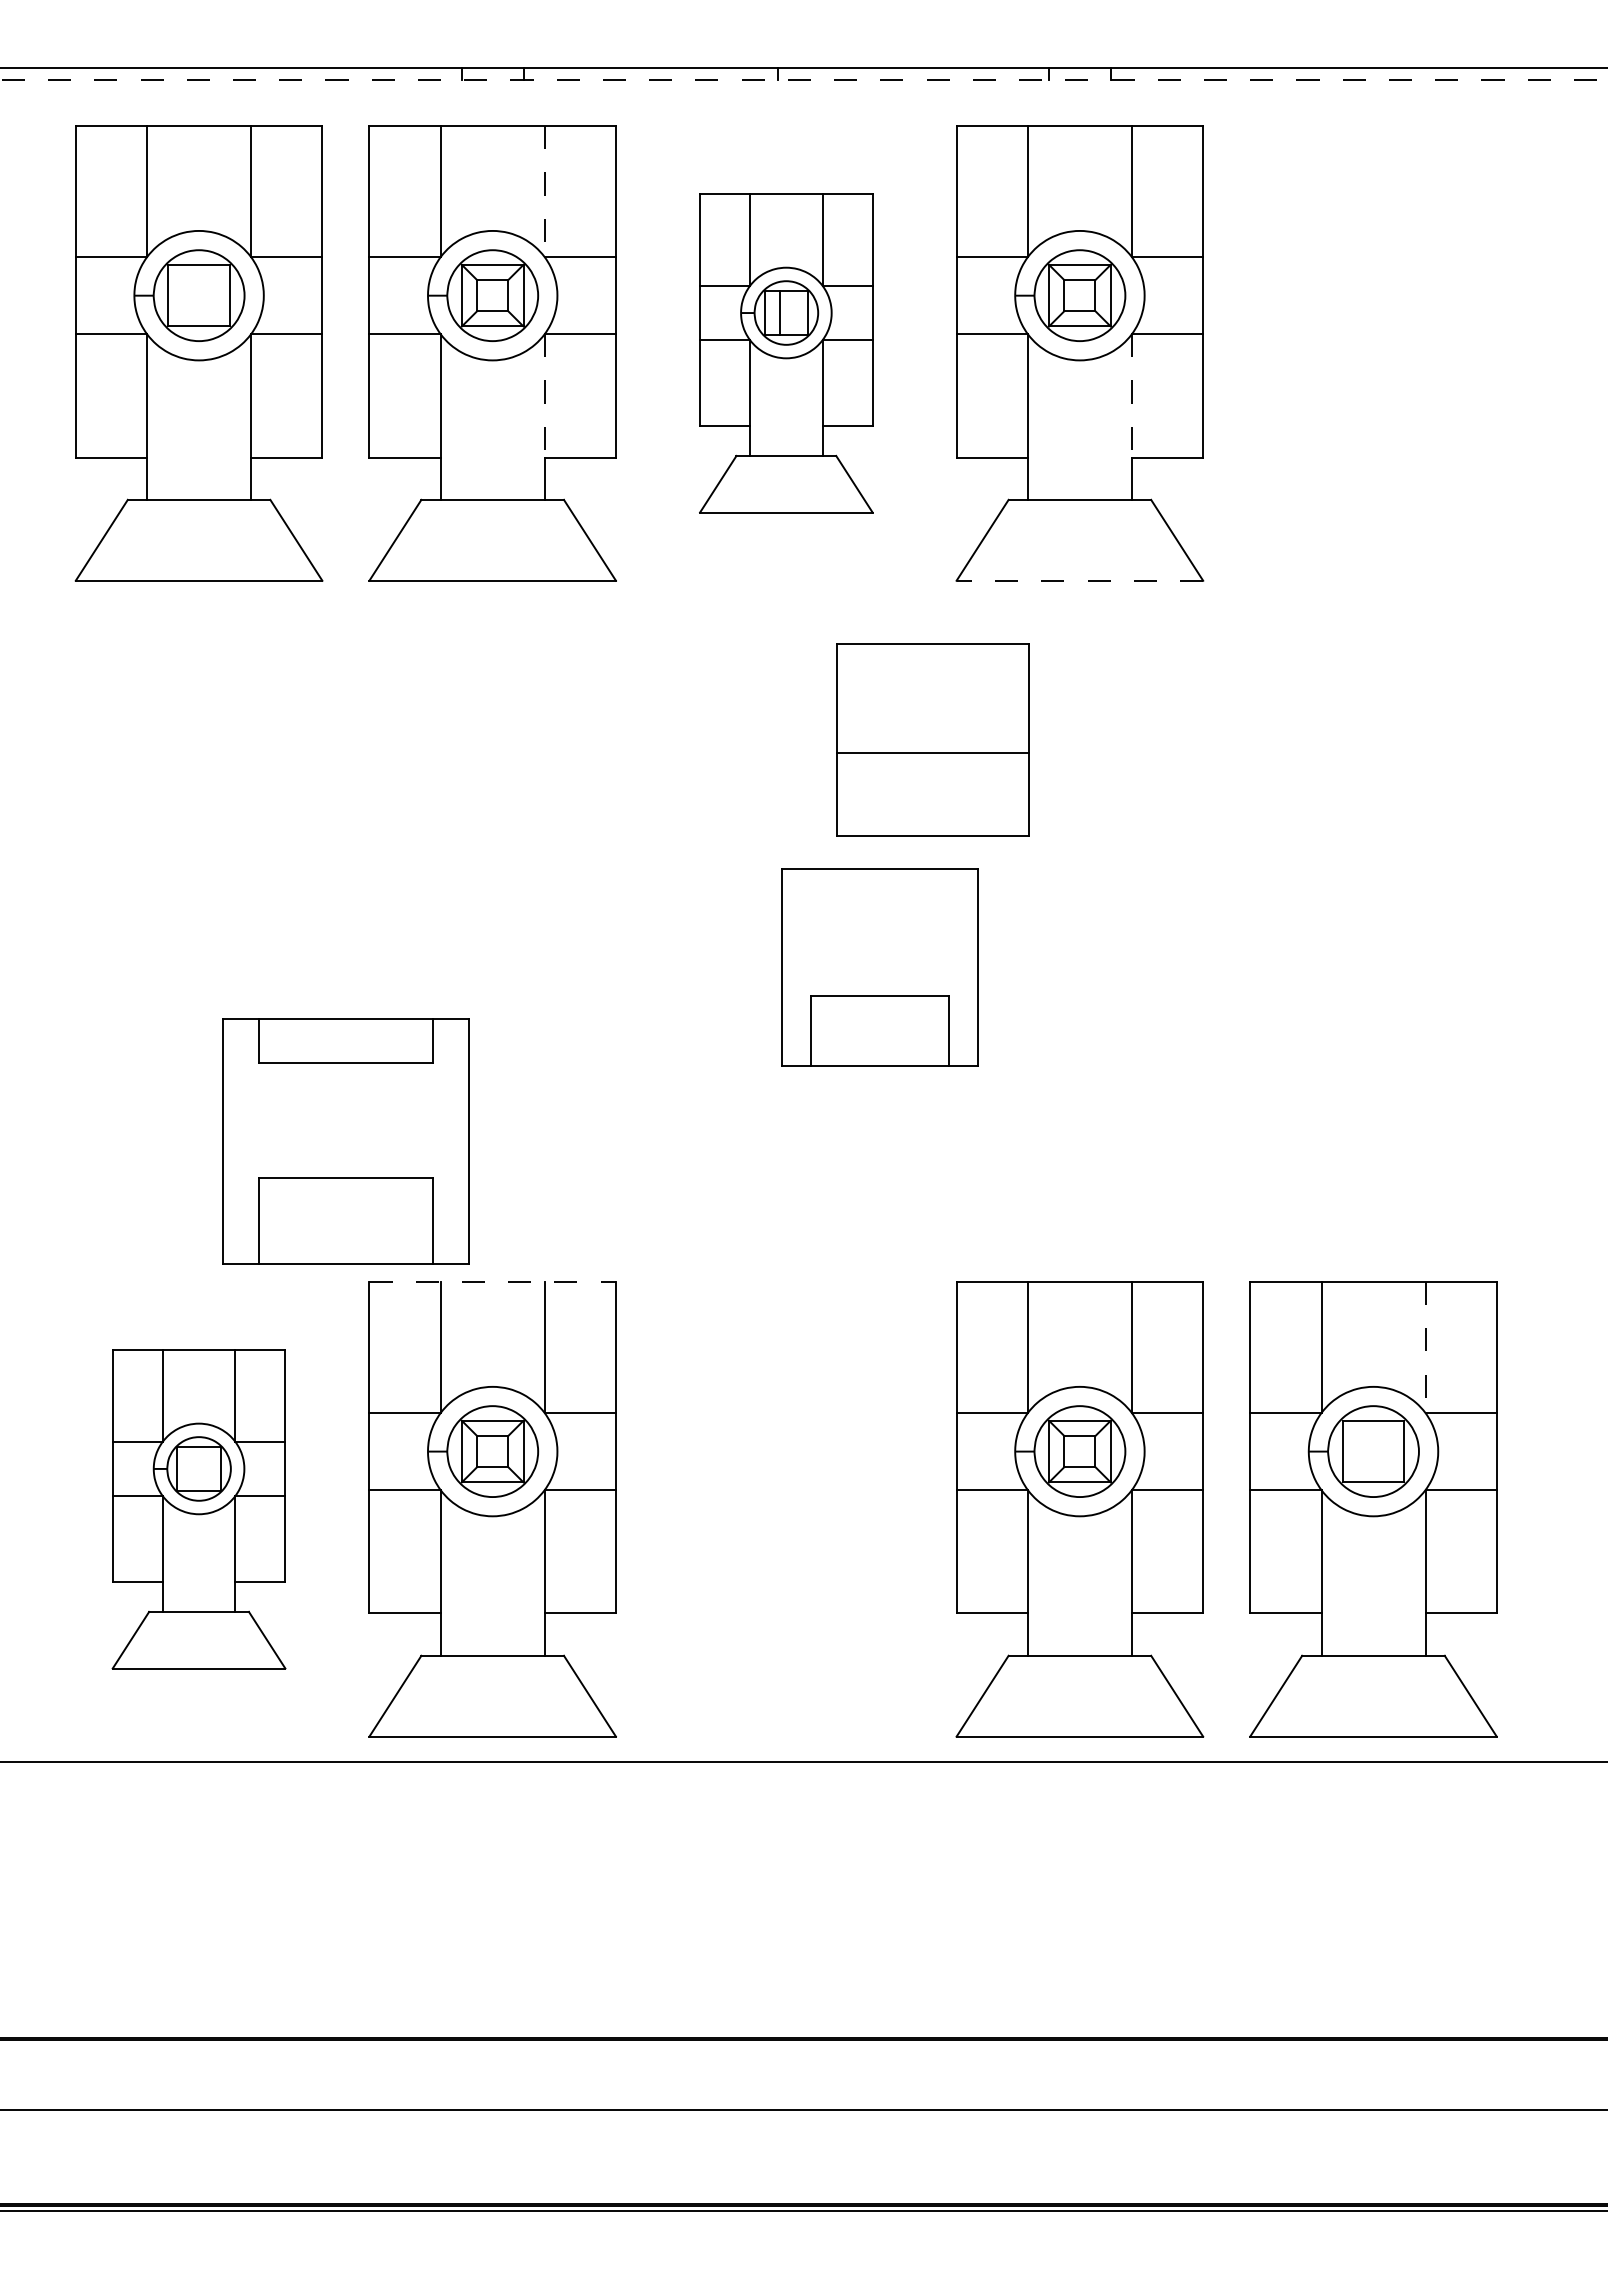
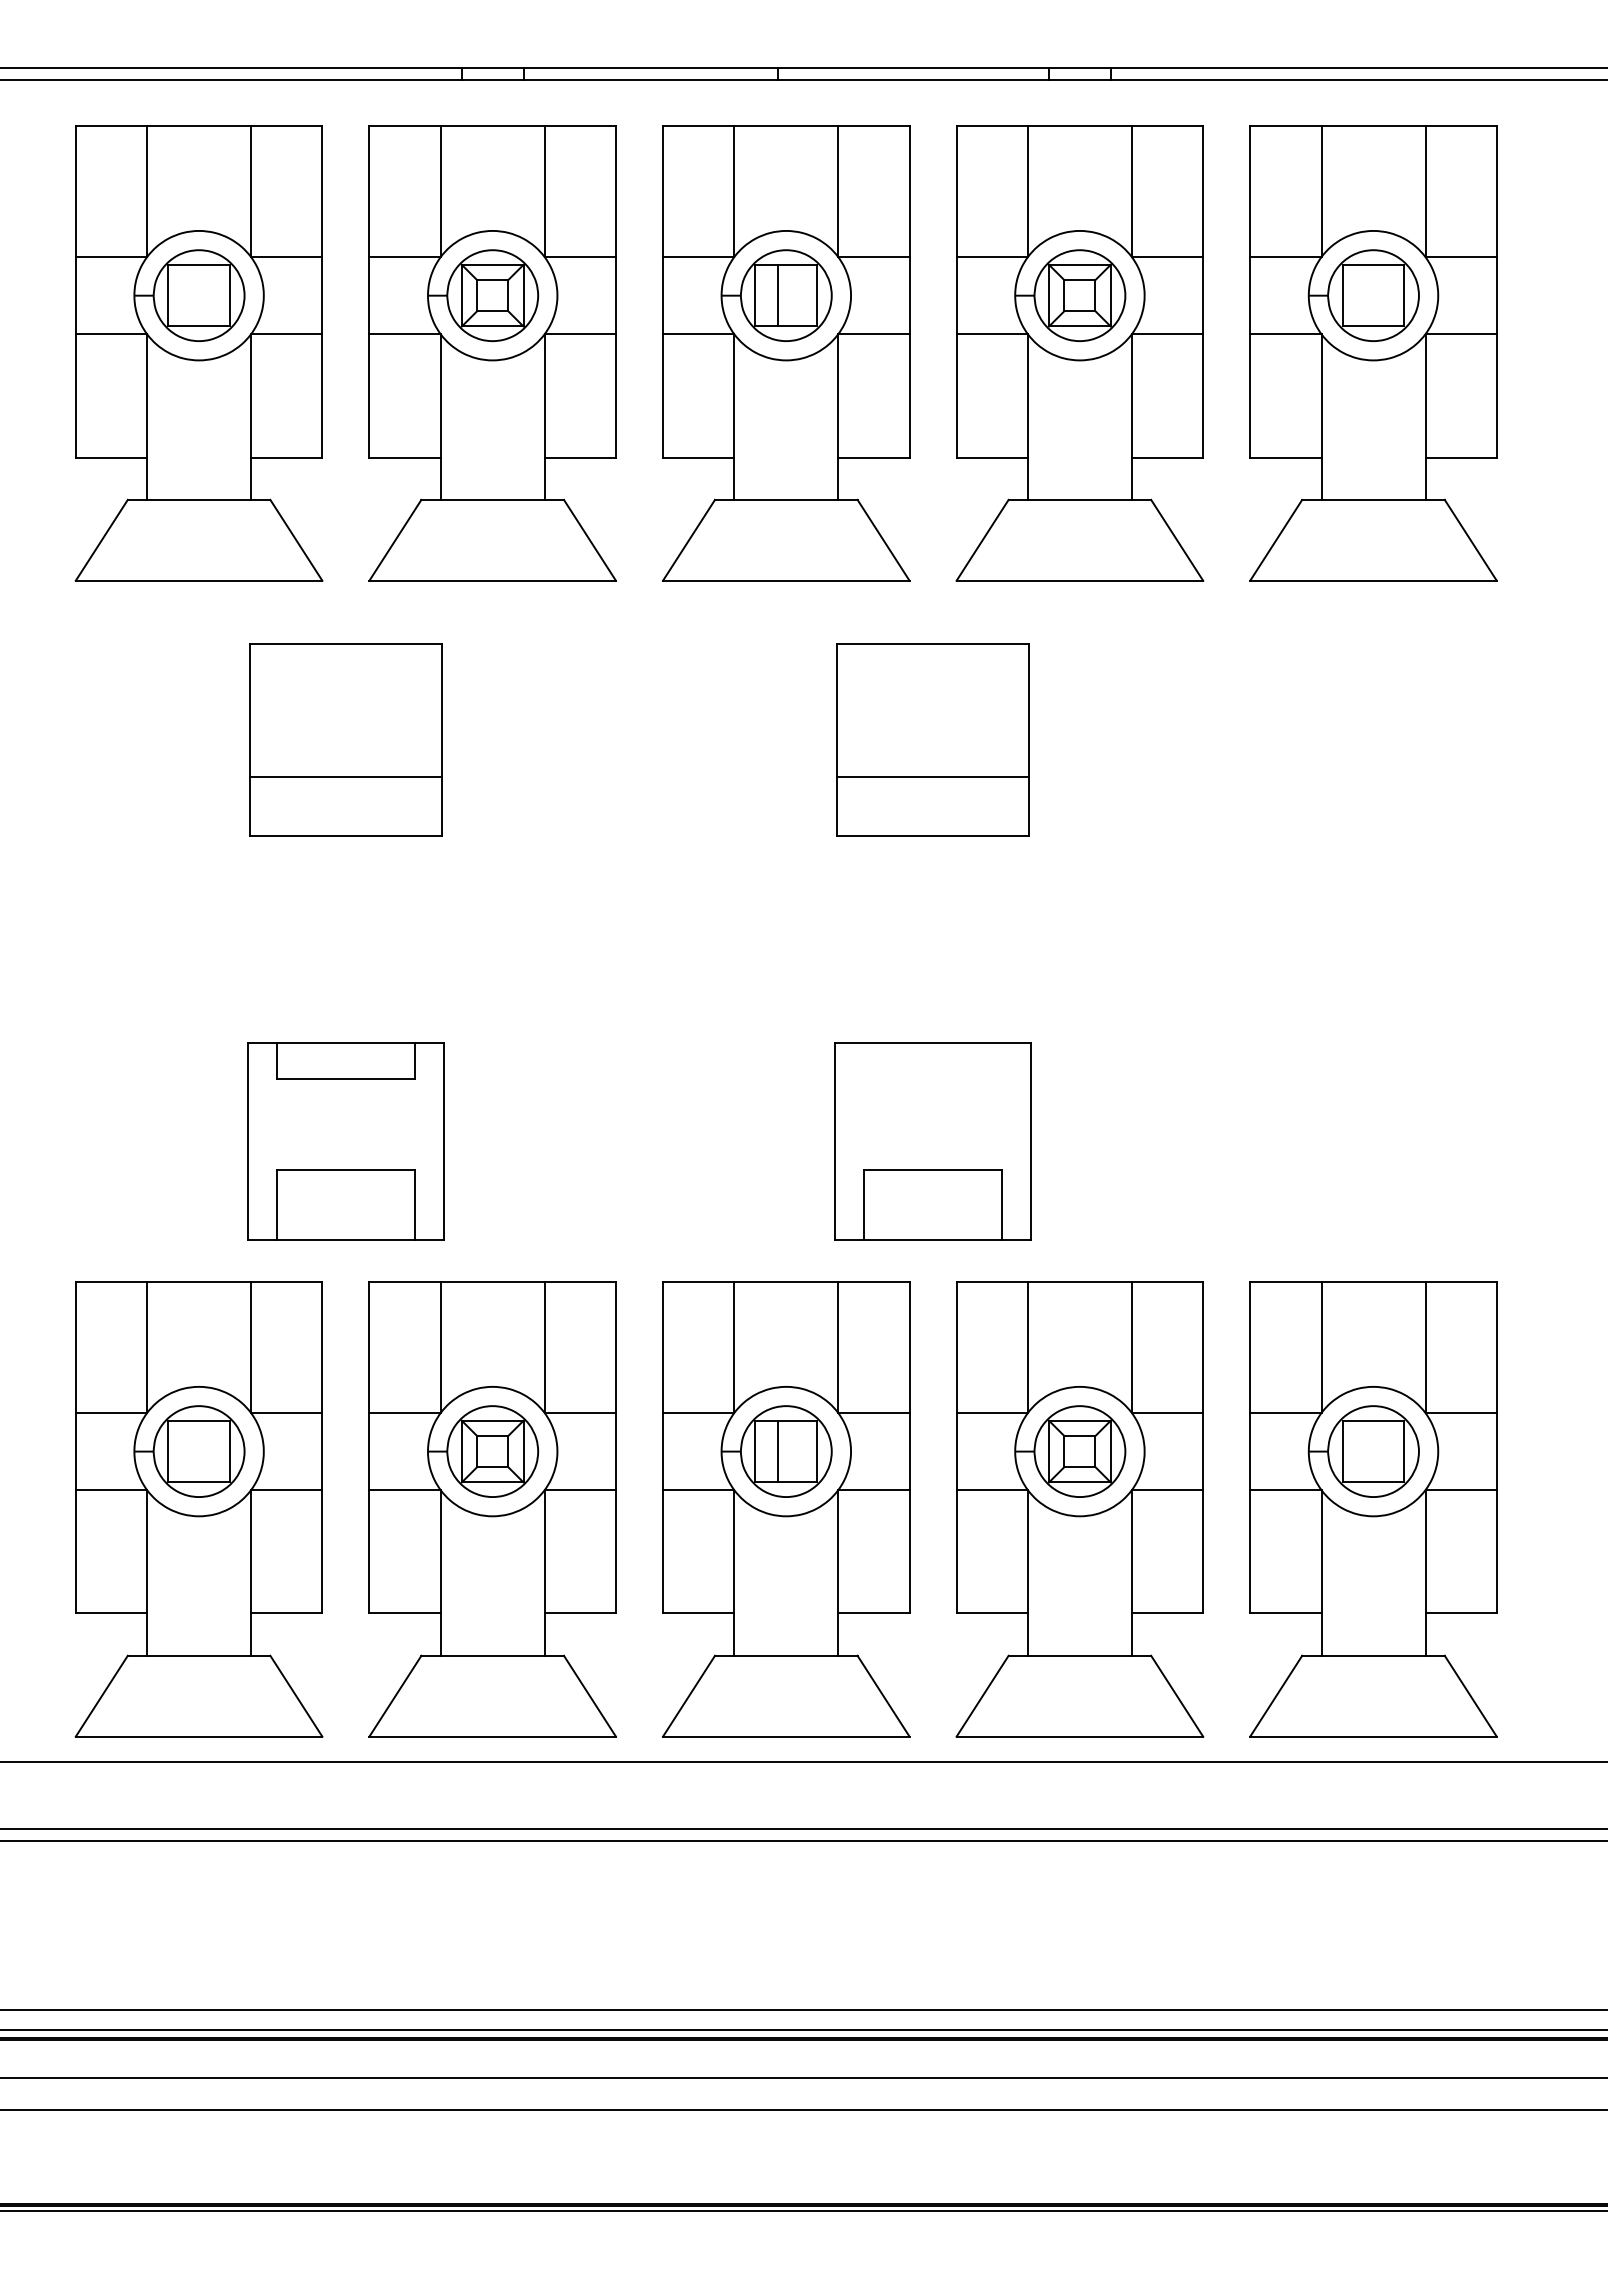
line at (803, 79): dashed -> solid
line at (544, 192): dashed -> solid
part at (786, 353) size: 175x321 px -> 249x457 px
part at (1373, 353): none -> present
line at (544, 395): dashed -> solid
line at (1131, 395): dashed -> solid
line at (1079, 580): dashed -> solid
part at (345, 739): none -> present
line at (932, 752) position: (932, 752) -> (932, 776)
part at (879, 967) position: (879, 967) -> (932, 1141)
part at (345, 1141) size: 248x247 px -> 198x199 px
line at (493, 1282): dashed -> solid
line at (1425, 1348): dashed -> solid
part at (198, 1509) size: 176x321 px -> 250x457 px
part at (786, 1509): none -> present
line at (803, 1829): none -> present
line at (803, 1840): none -> present
line at (803, 2010): none -> present
line at (803, 2030): none -> present
line at (803, 2078): none -> present
